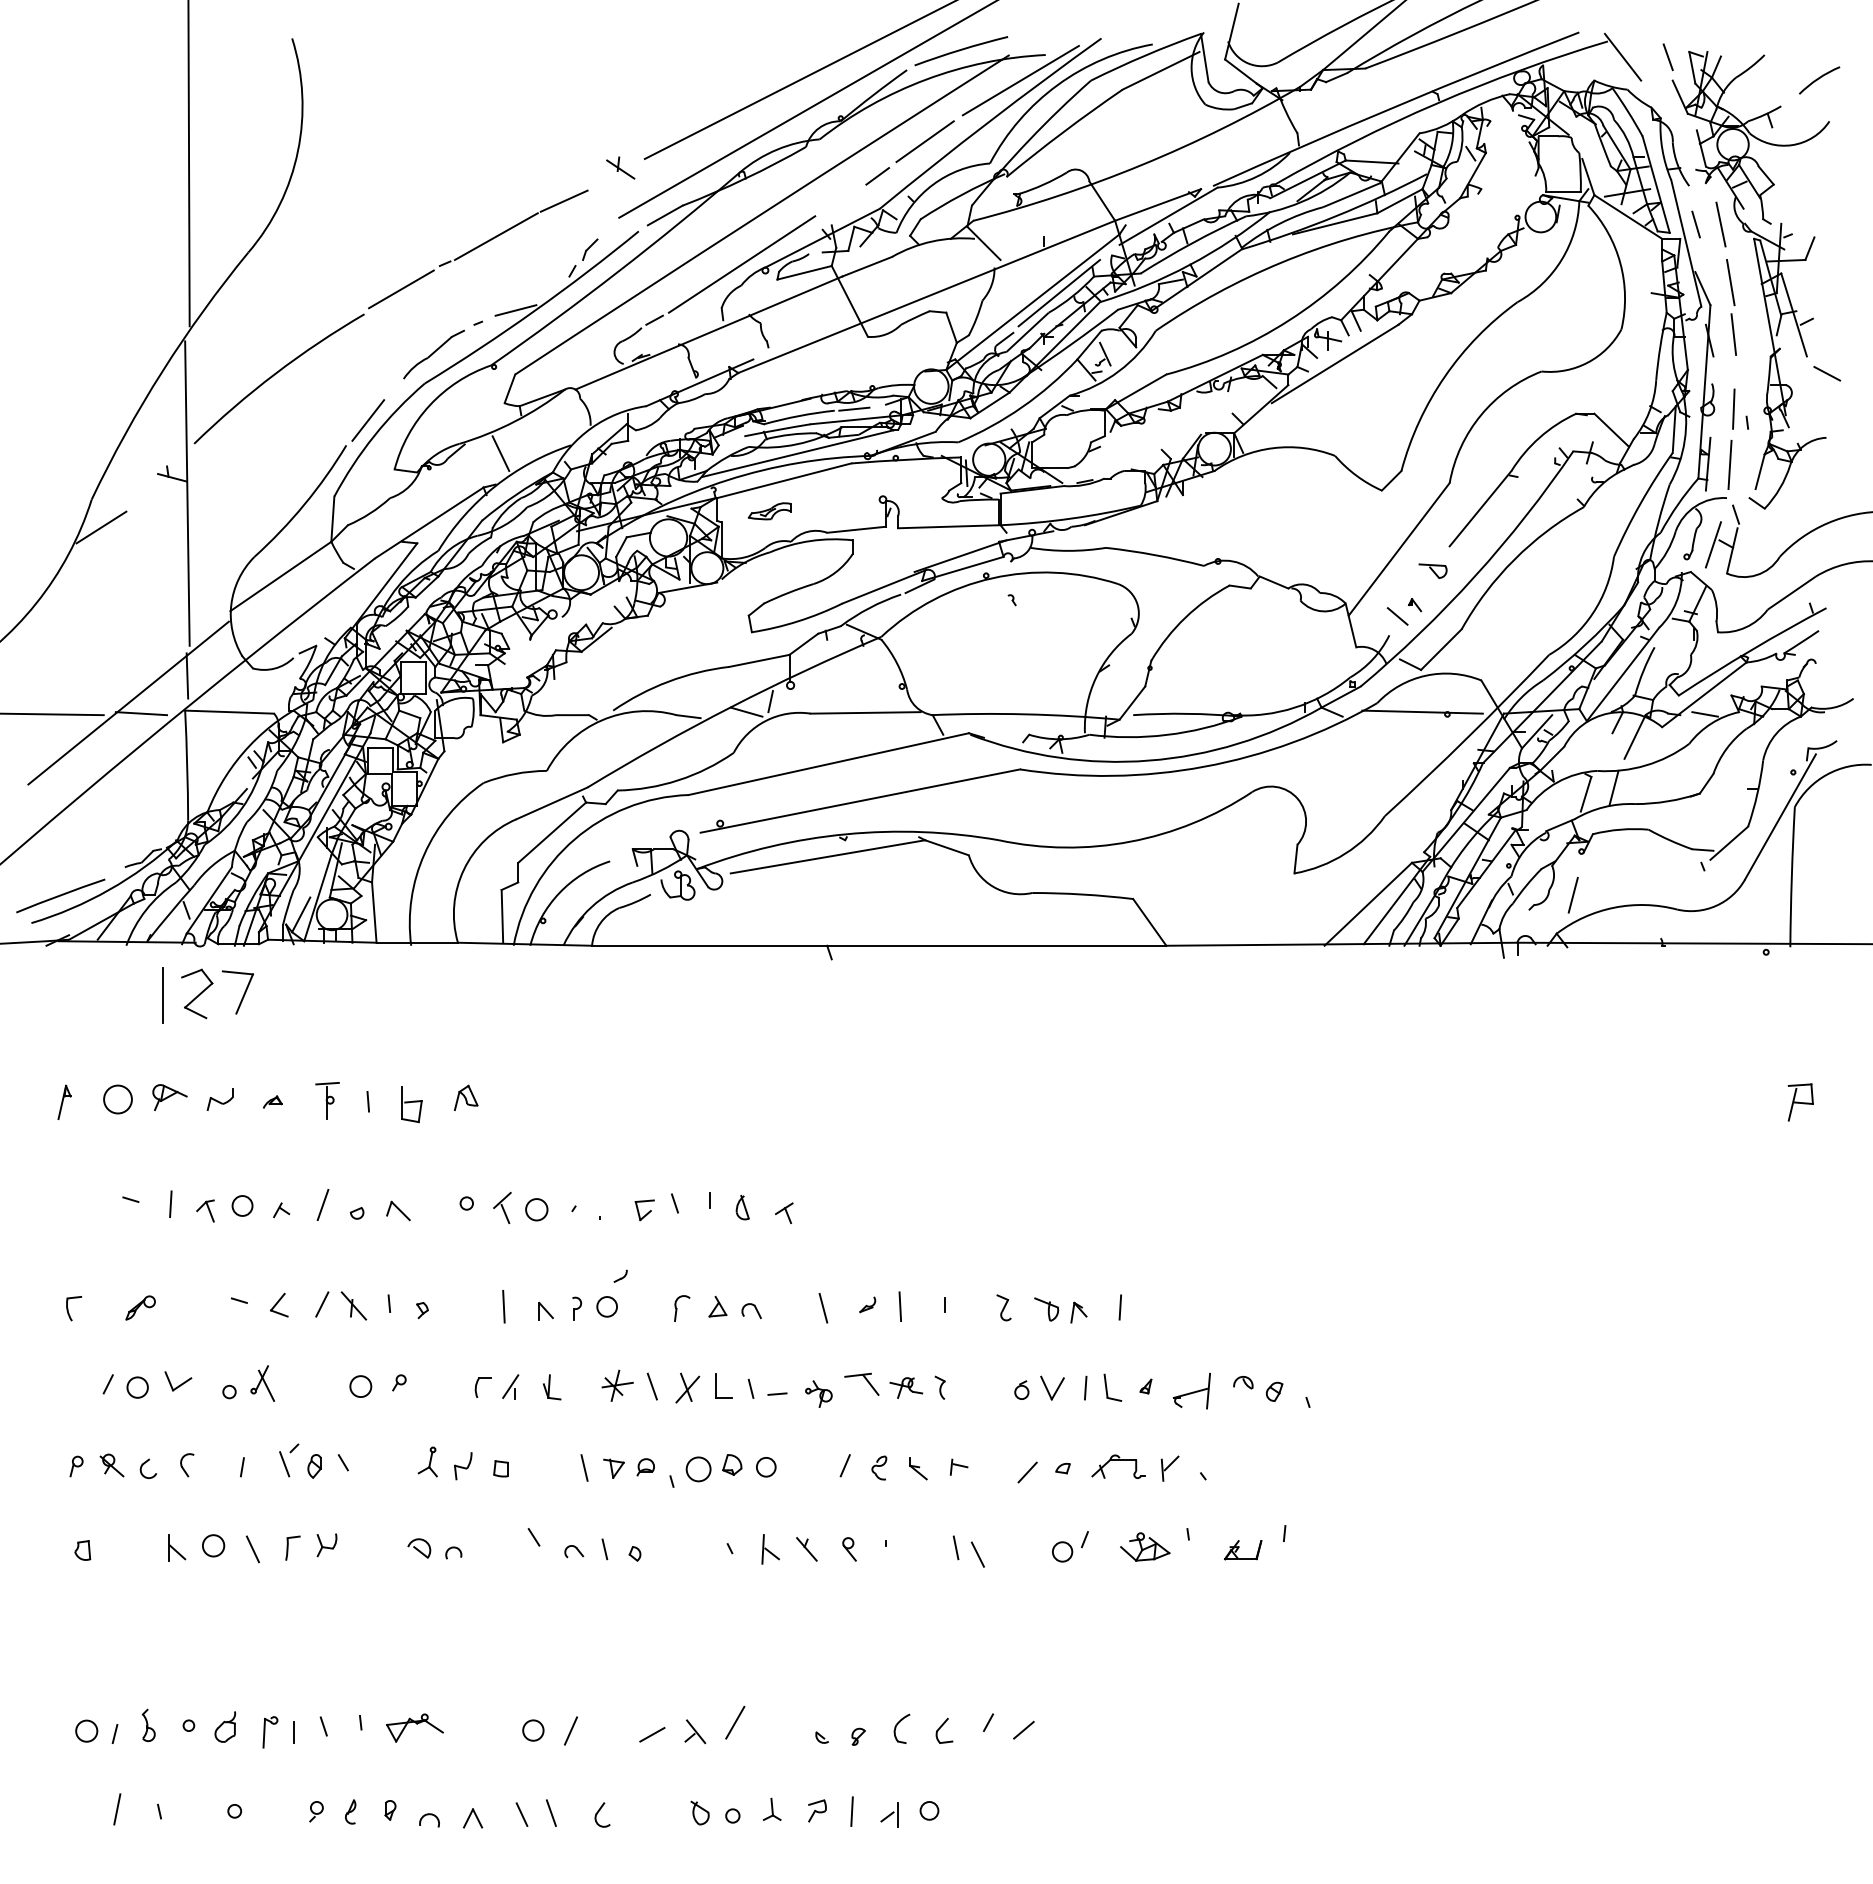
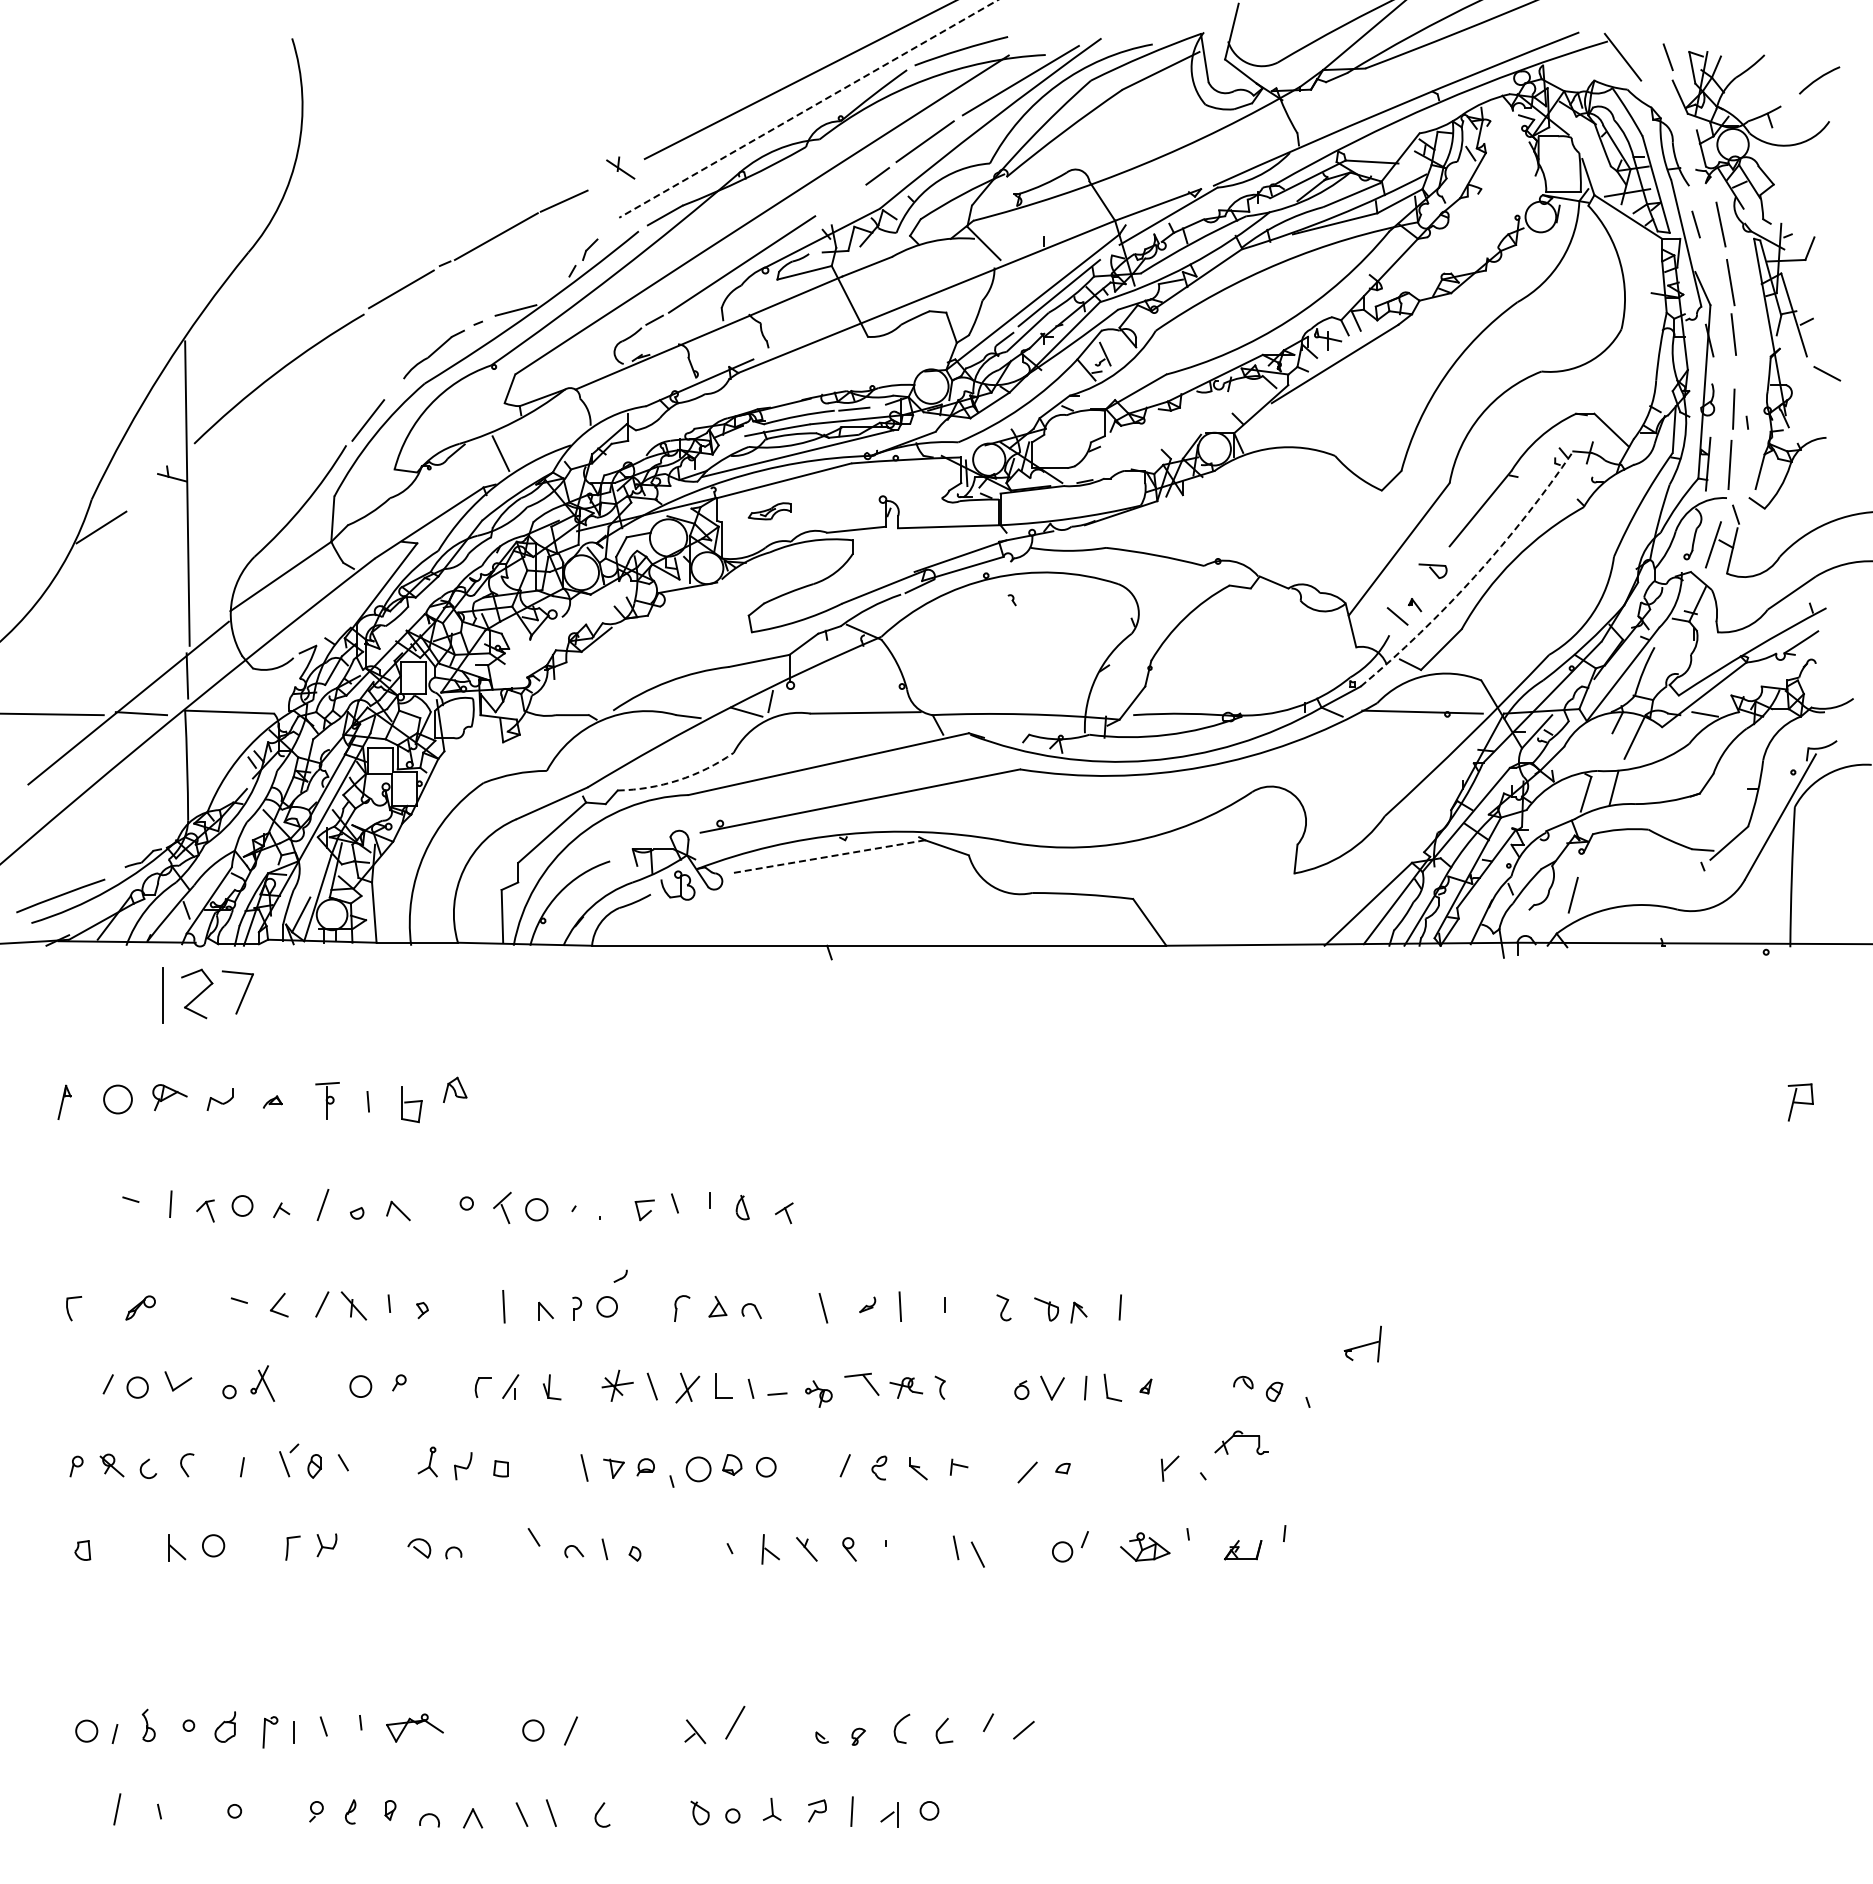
line at (808, 109): solid -> dashed
line at (188, 164): present -> none
arc at (1475, 576): solid -> dashed
arc at (678, 780): solid -> dashed
line at (827, 856): solid -> dashed
part at (466, 1097) position: (466, 1097) -> (455, 1089)
part at (1191, 1390) position: (1191, 1390) -> (1362, 1343)
part at (1118, 1466) position: (1118, 1466) -> (1241, 1442)
line at (252, 1549): present -> none
line at (652, 1734): present -> none
